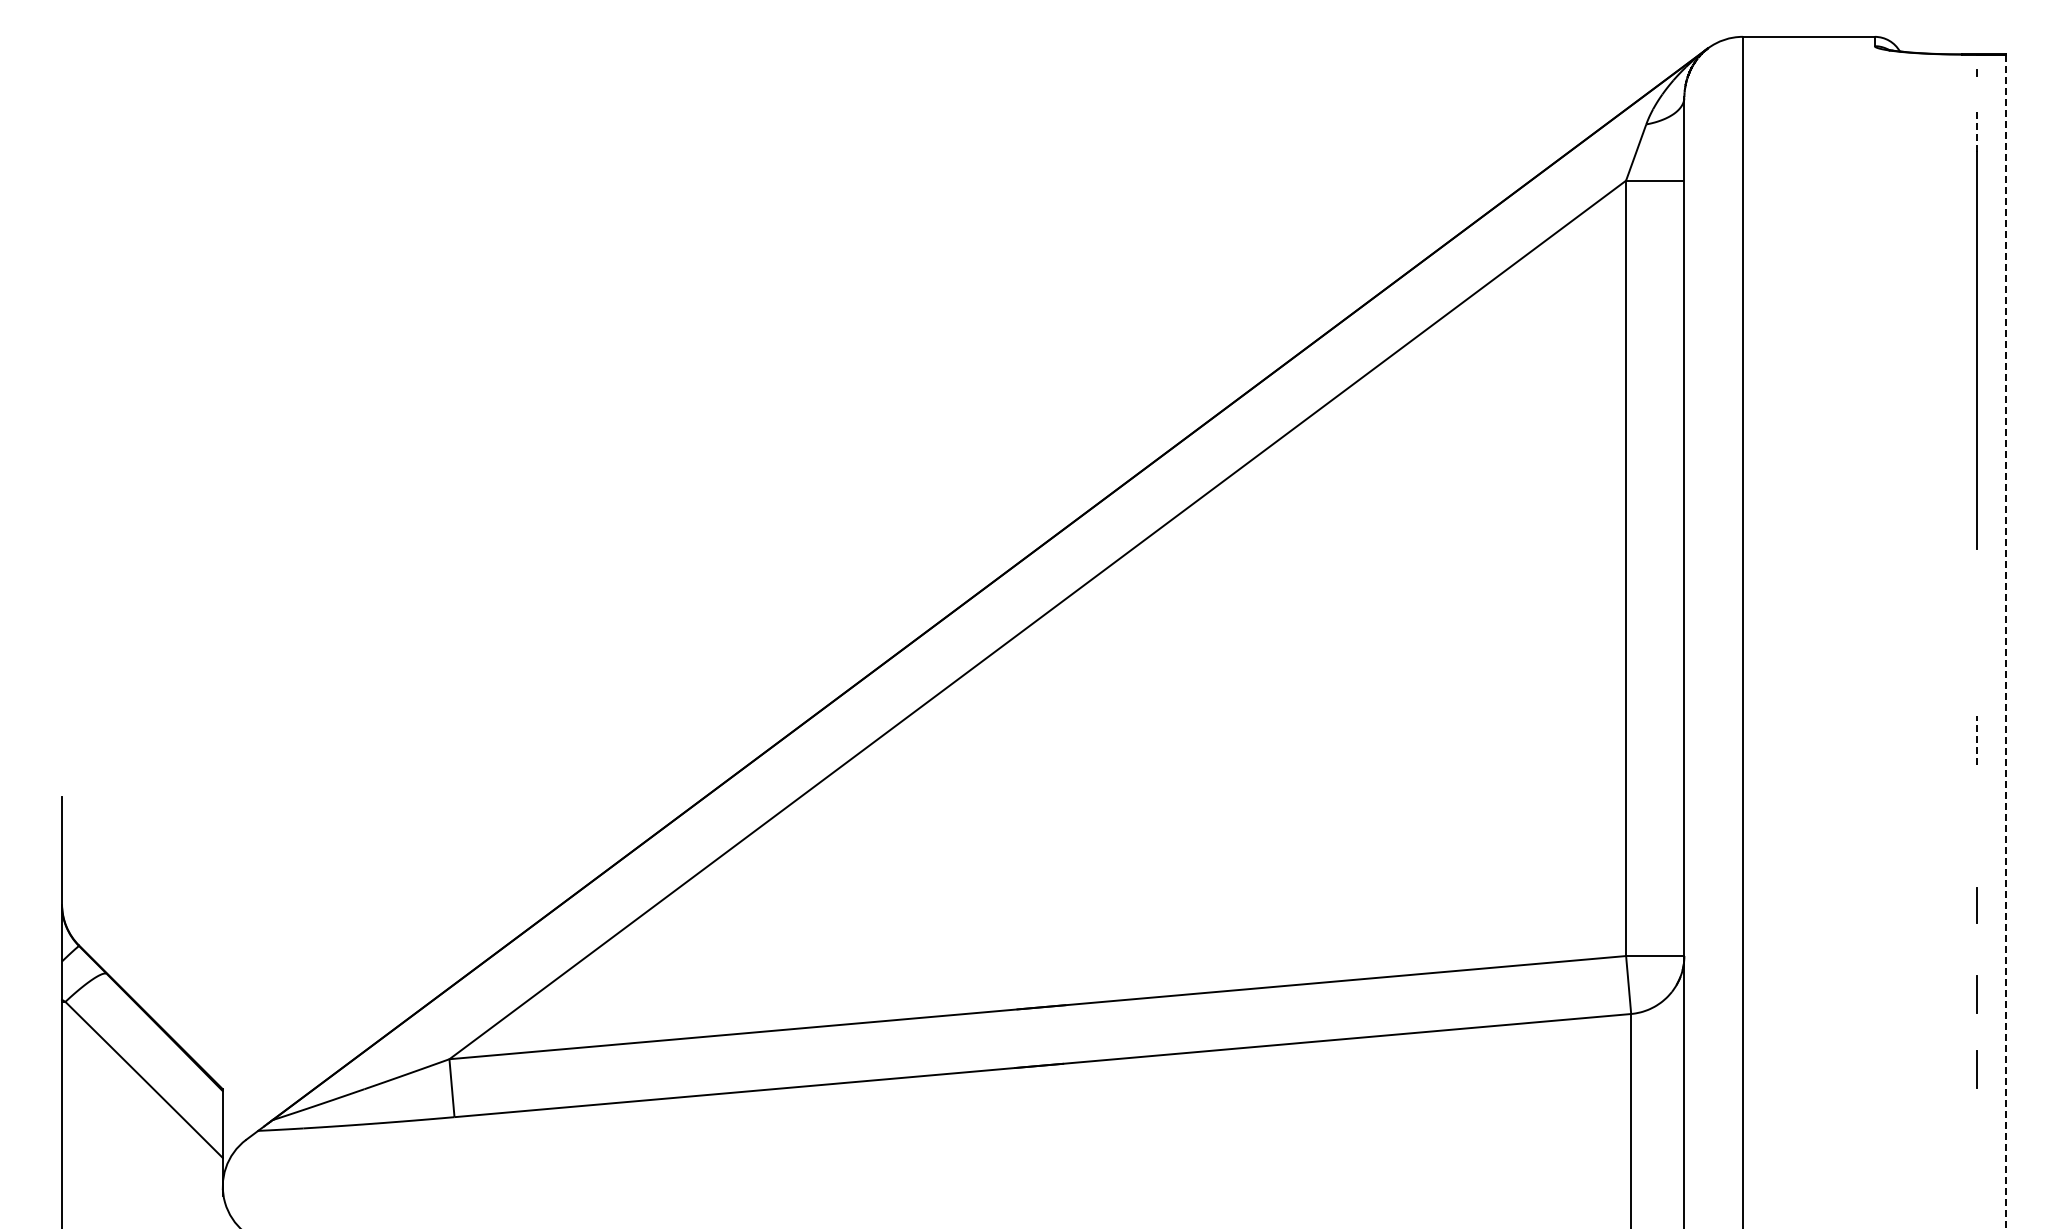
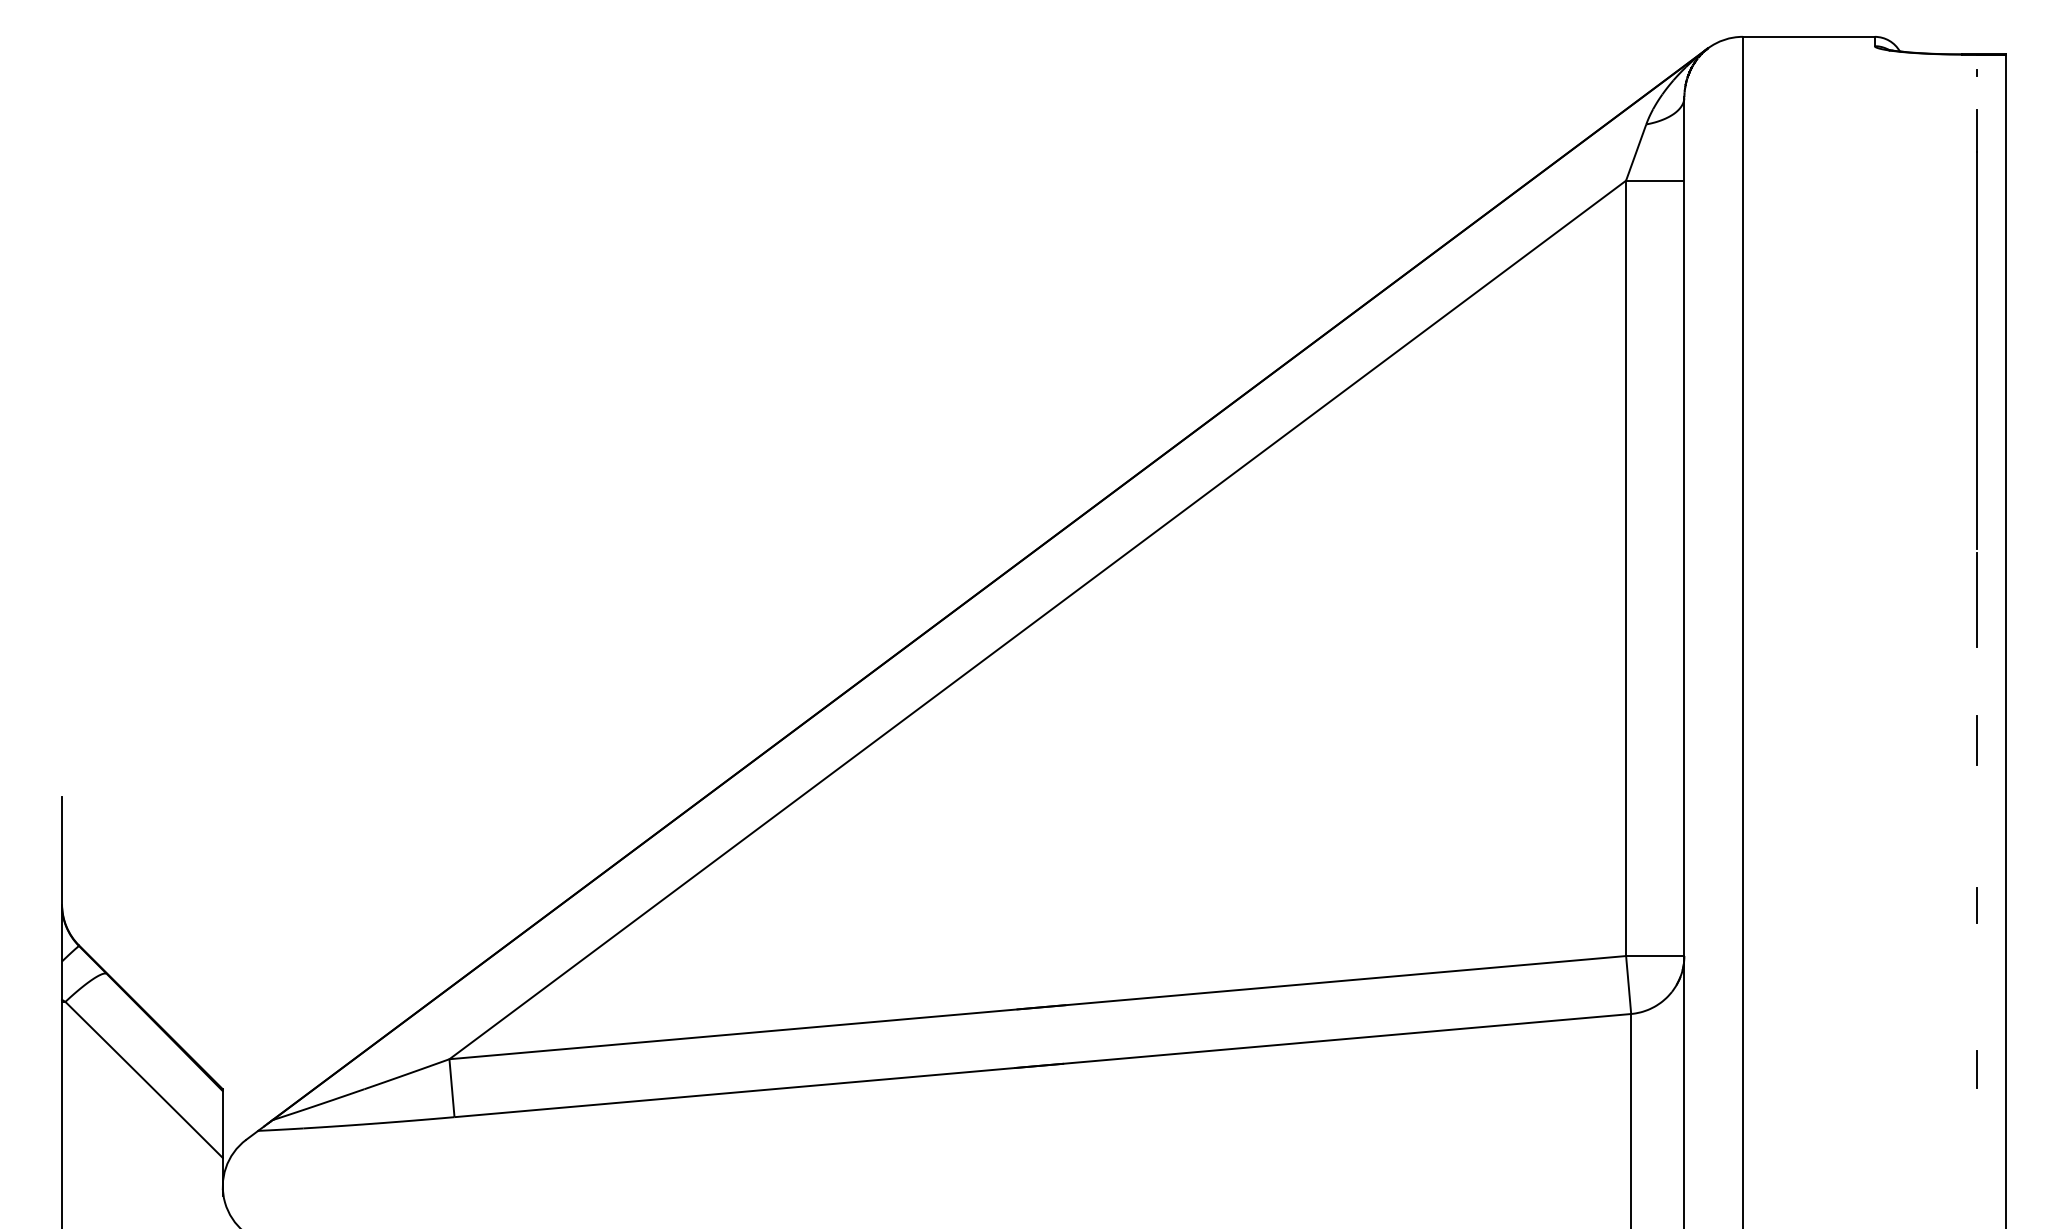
line at (1976, 130): dashed -> solid
line at (1976, 599): none -> present
line at (2005, 641): dashed -> solid
line at (1976, 740): dashed -> solid
line at (1976, 994): present -> none
